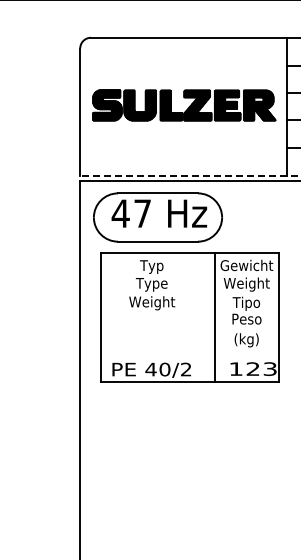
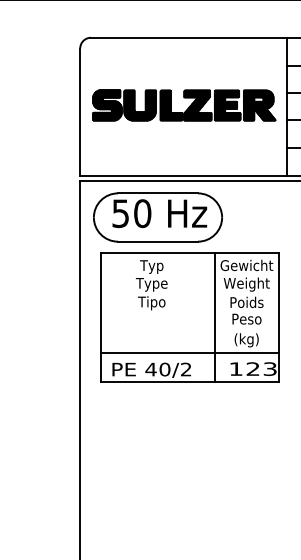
line at (190, 175): dashed -> solid
text at (131, 213): 47 -> 50
text at (152, 303): Weight -> Tipo
text at (246, 303): Tipo -> Poids
line at (189, 353): none -> present
